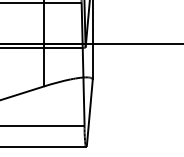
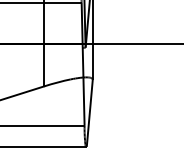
line at (42, 48): present -> none
